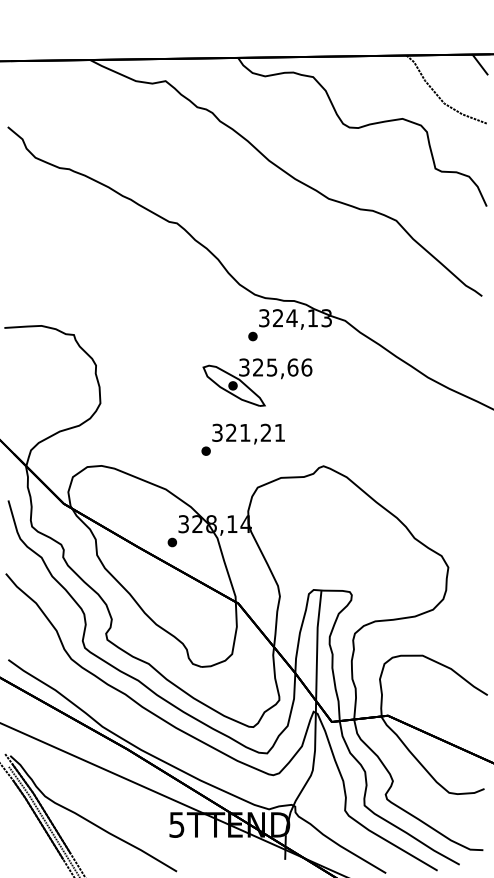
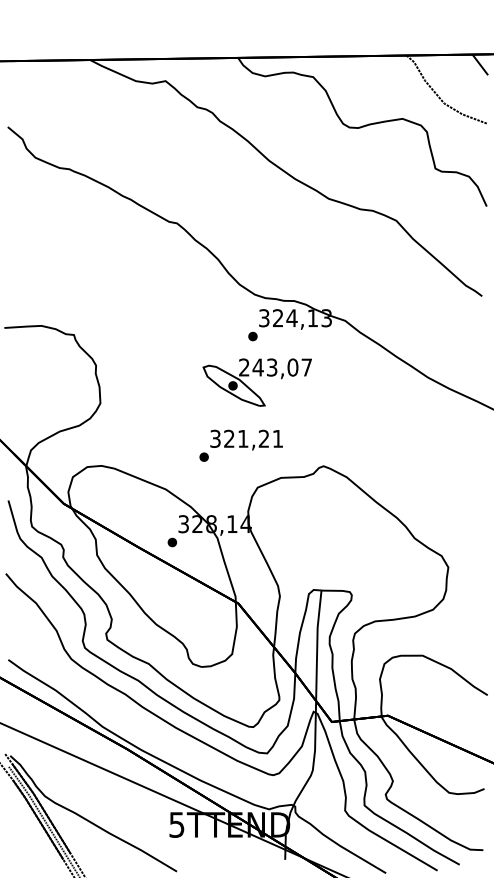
text at (275, 367): 325,66 -> 243,07
text at (242, 439) position: (242, 439) -> (240, 445)
